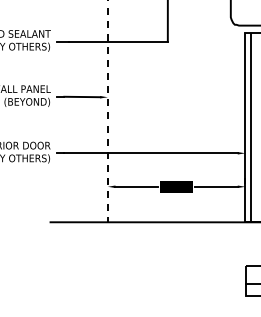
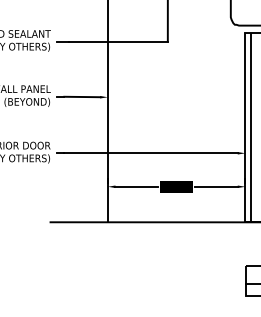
line at (107, 111): dashed -> solid
